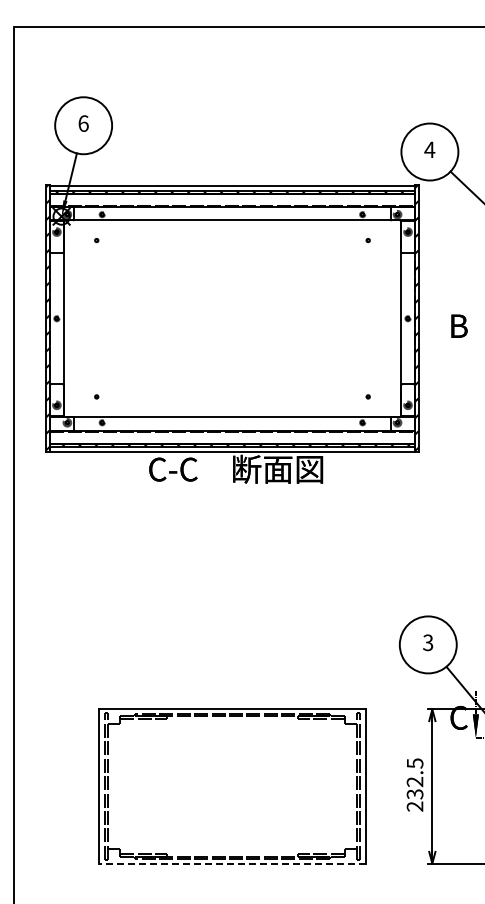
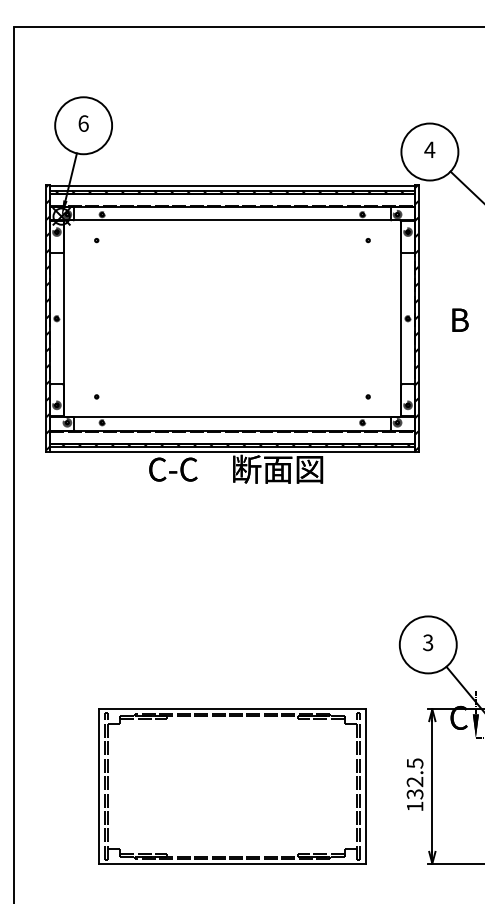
text at (459, 325) position: (459, 325) -> (460, 319)
text at (414, 806): 232.5 -> 132.5
line at (232, 863): dashed -> solid
